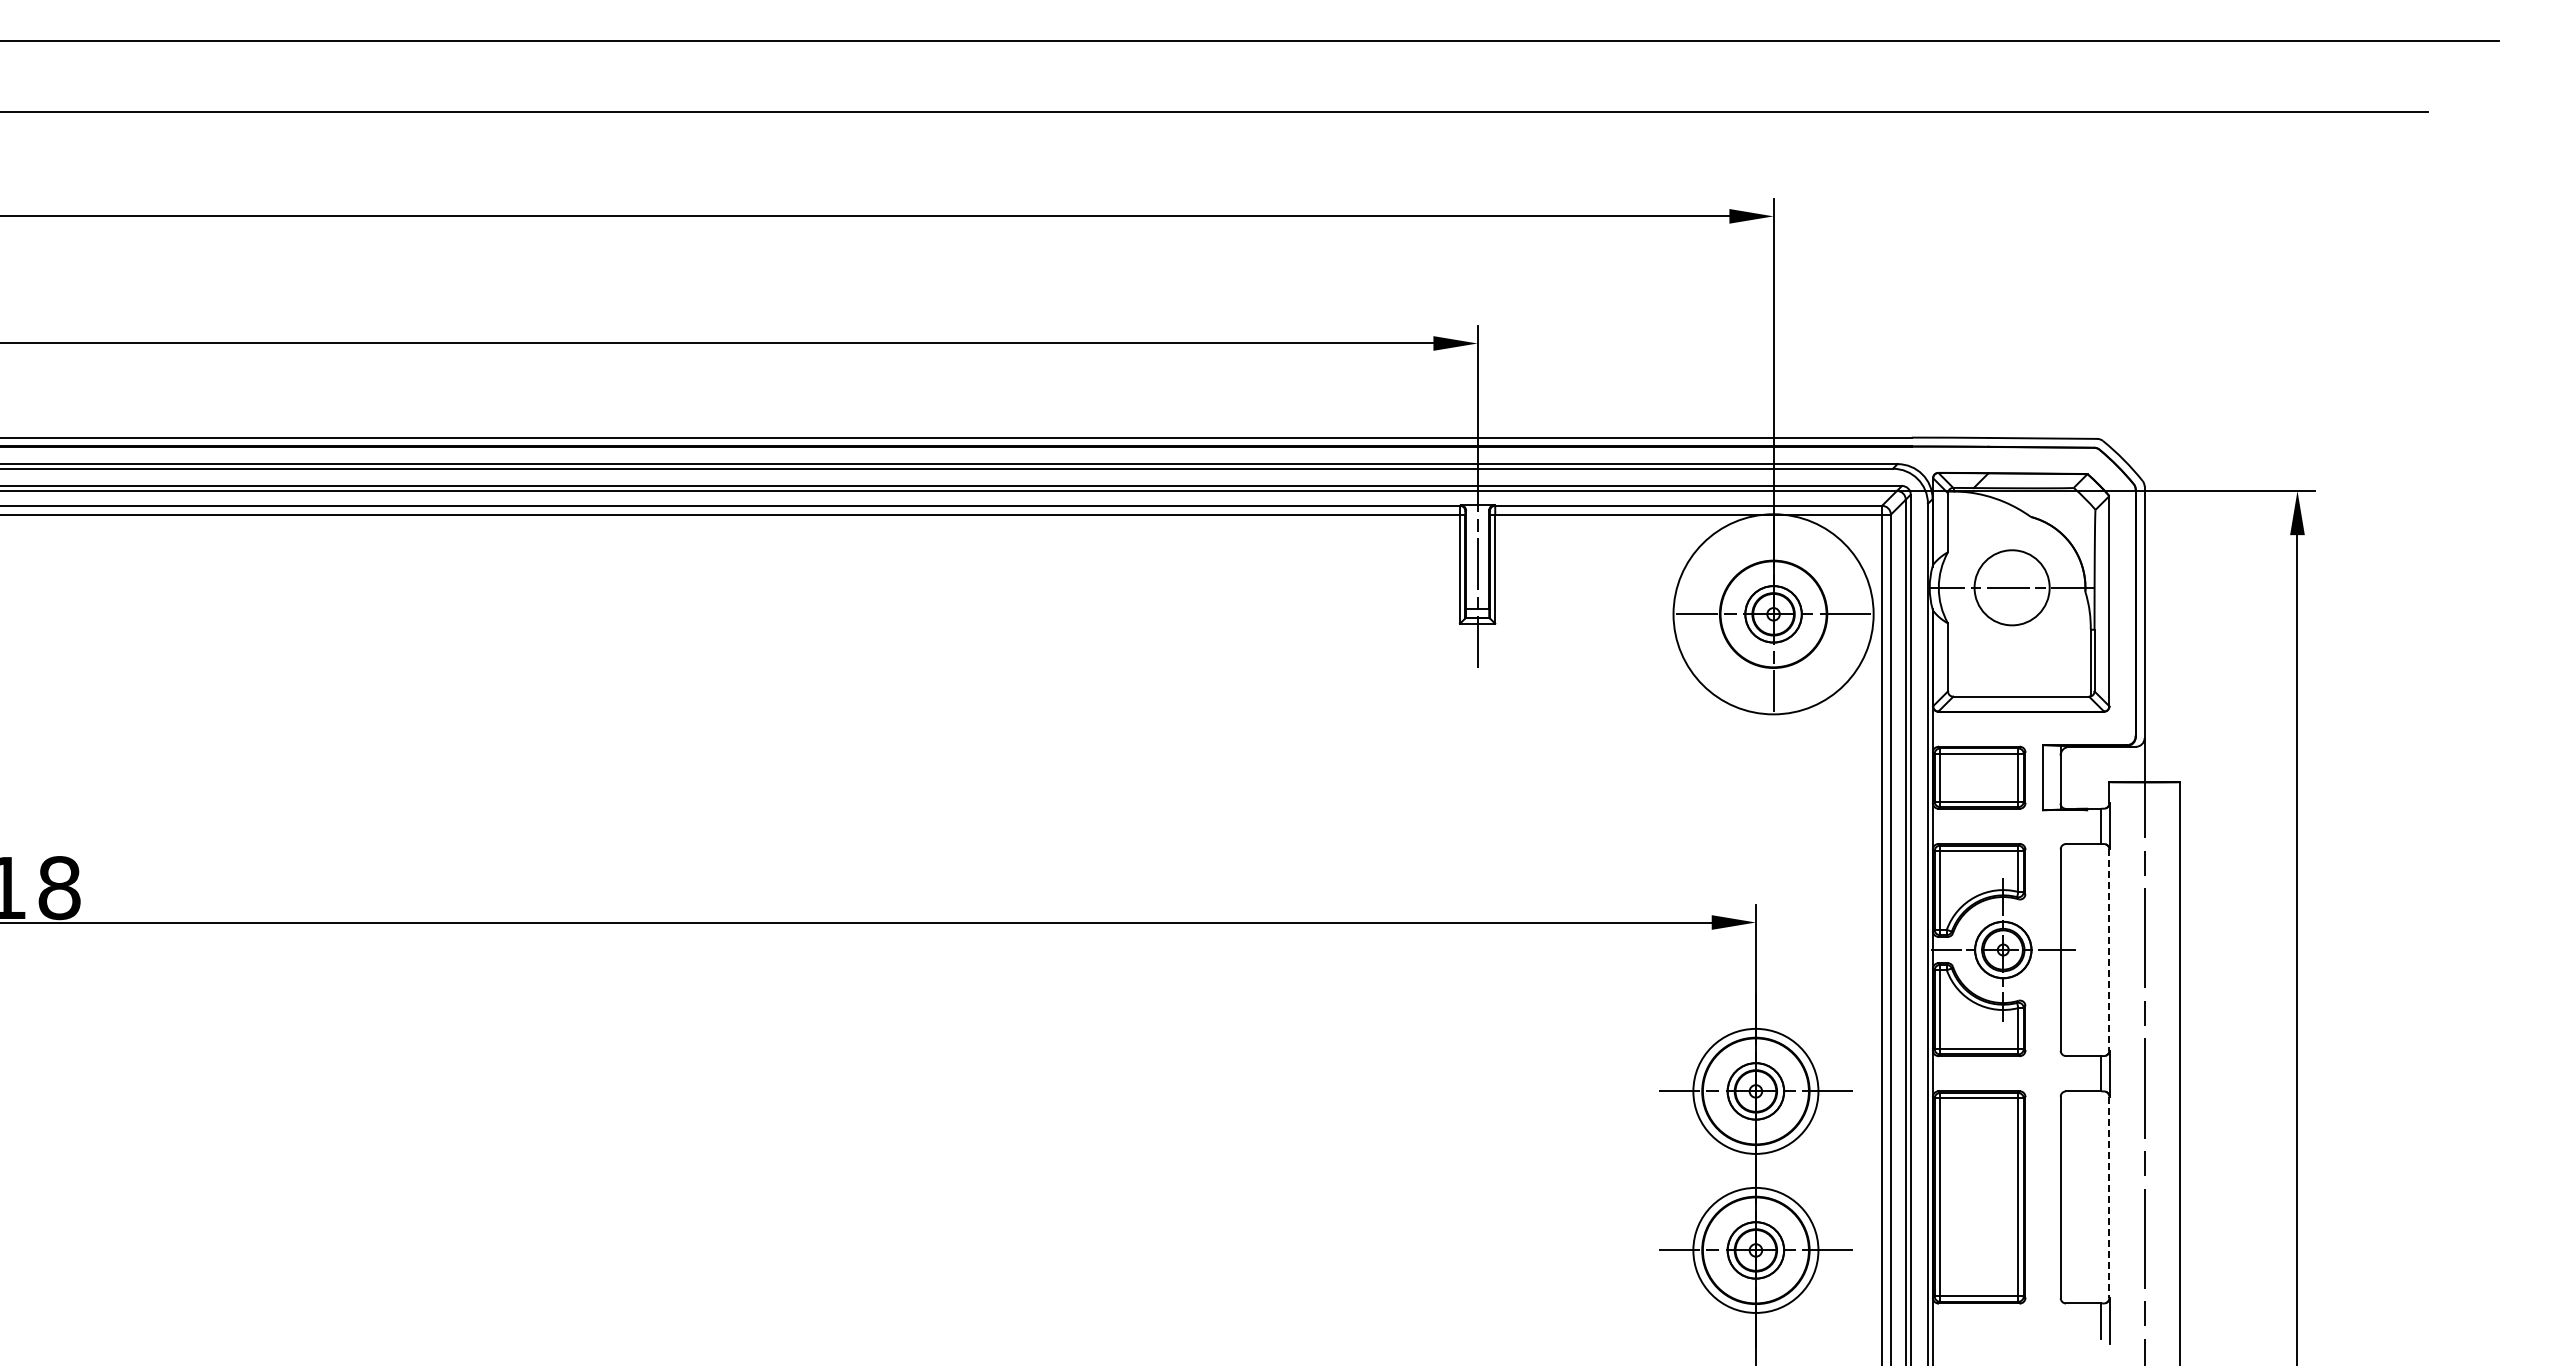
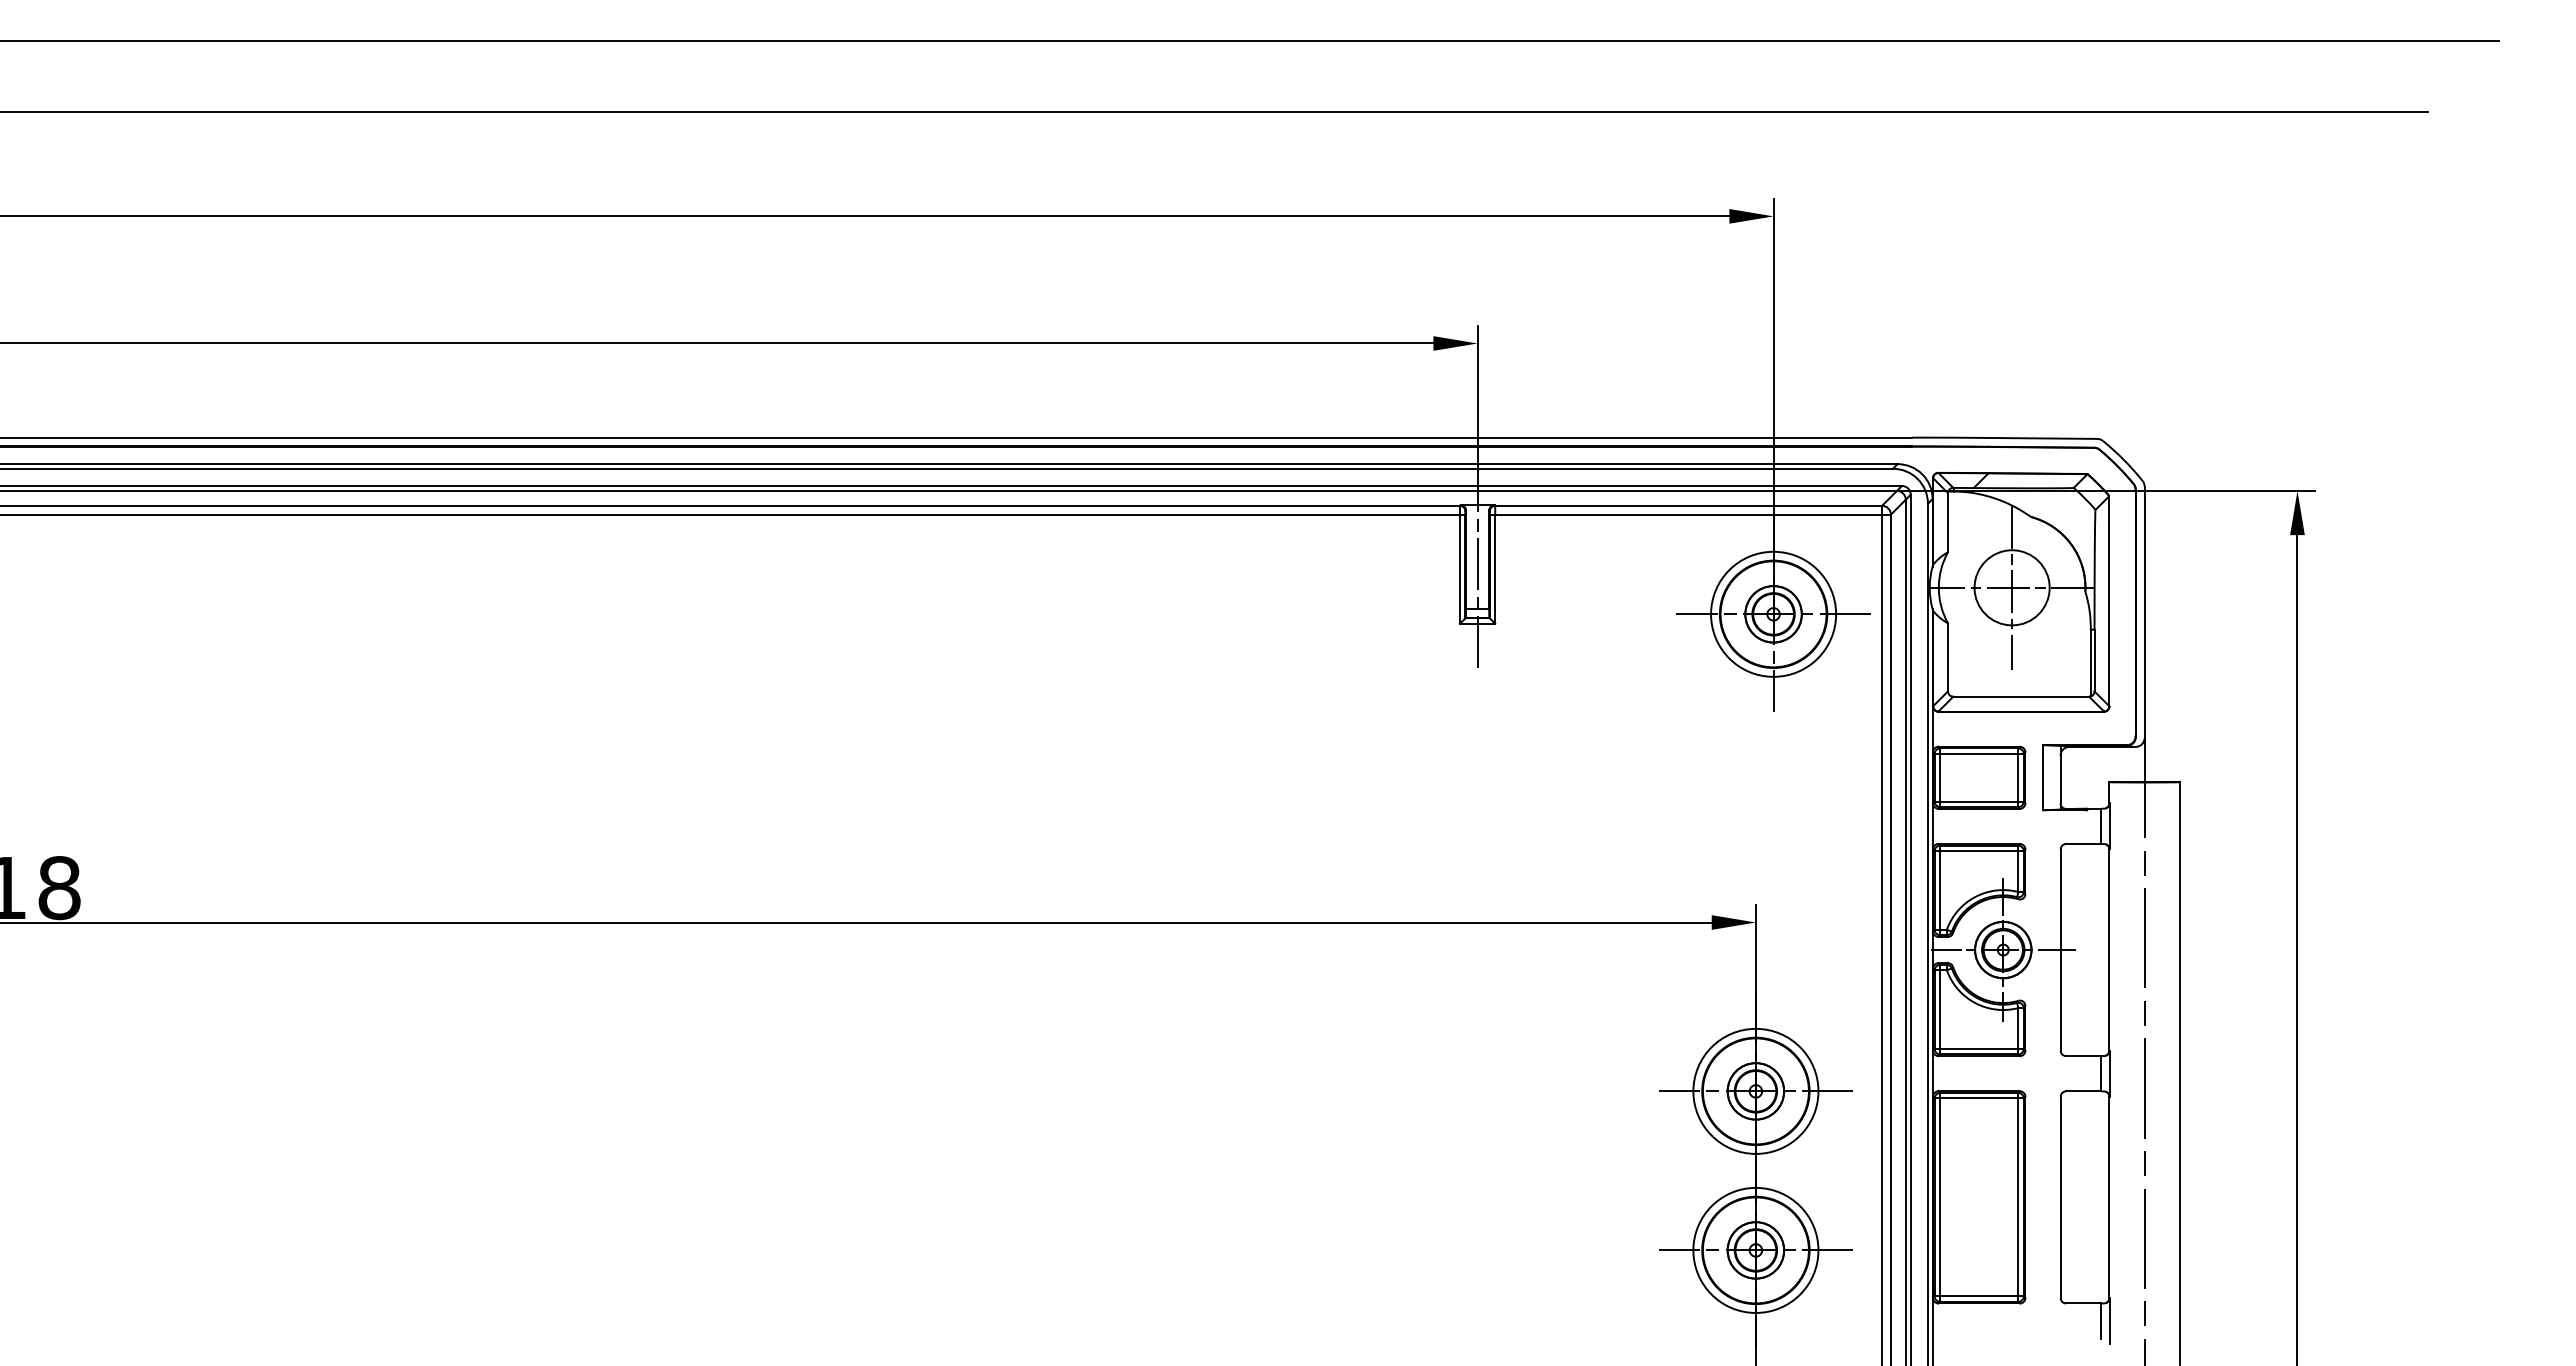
line at (2012, 587): none -> present
circle at (1773, 614) diameter: 200 px -> 125 px
line at (2109, 950): dashed -> solid
line at (2109, 1197): dashed -> solid
